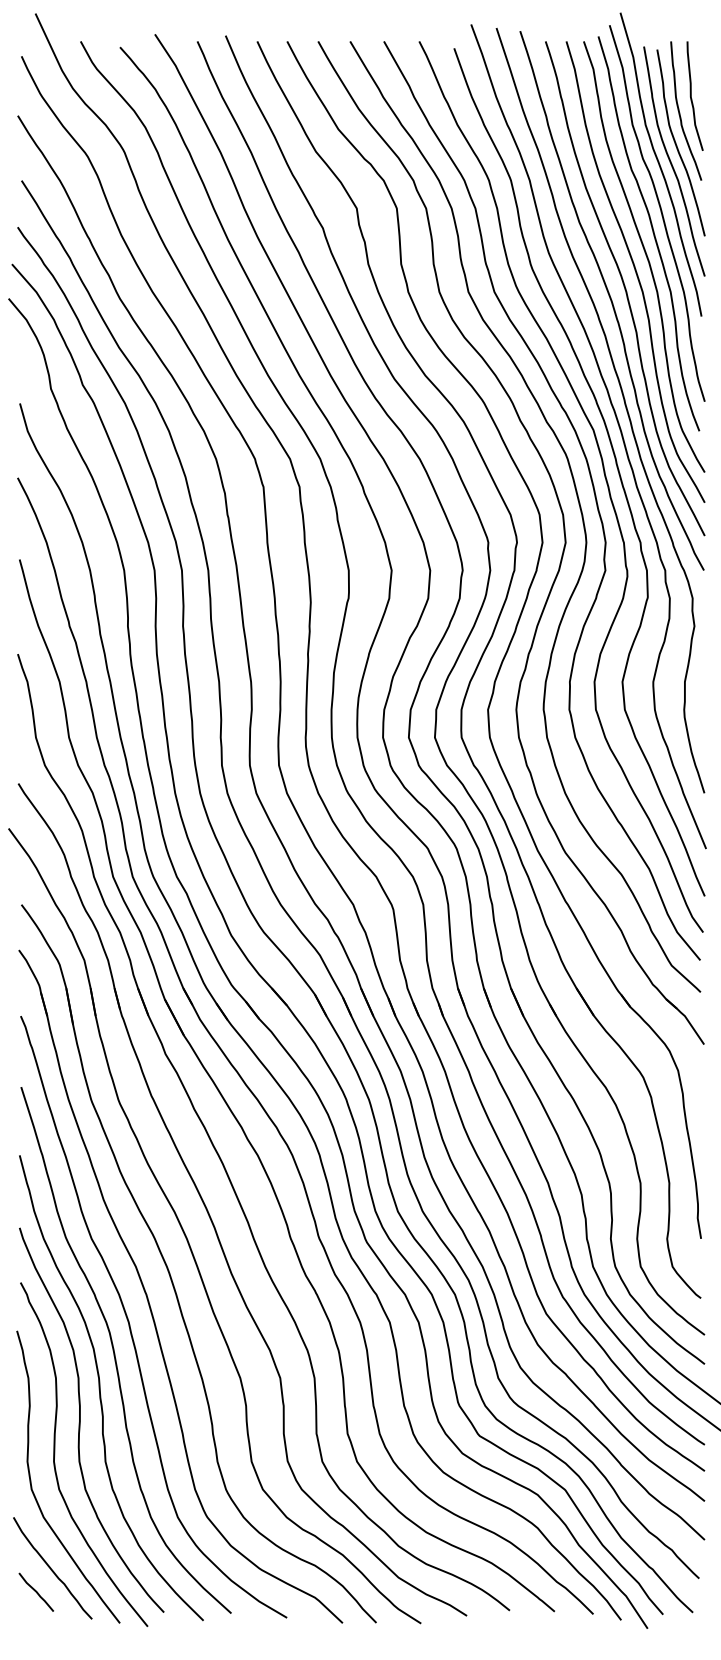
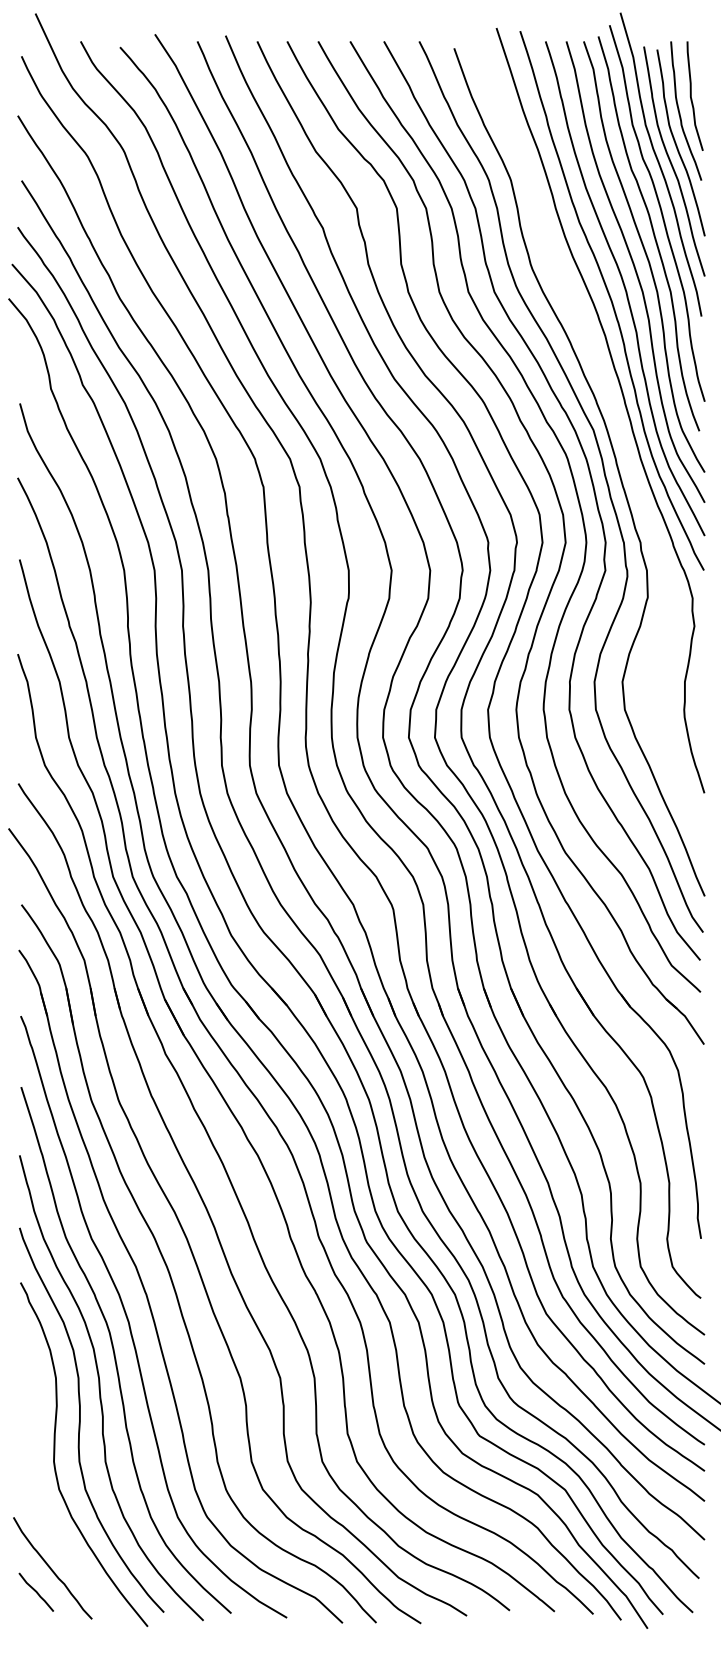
curve at (618, 427): present -> none
curve at (31, 1479): present -> none
